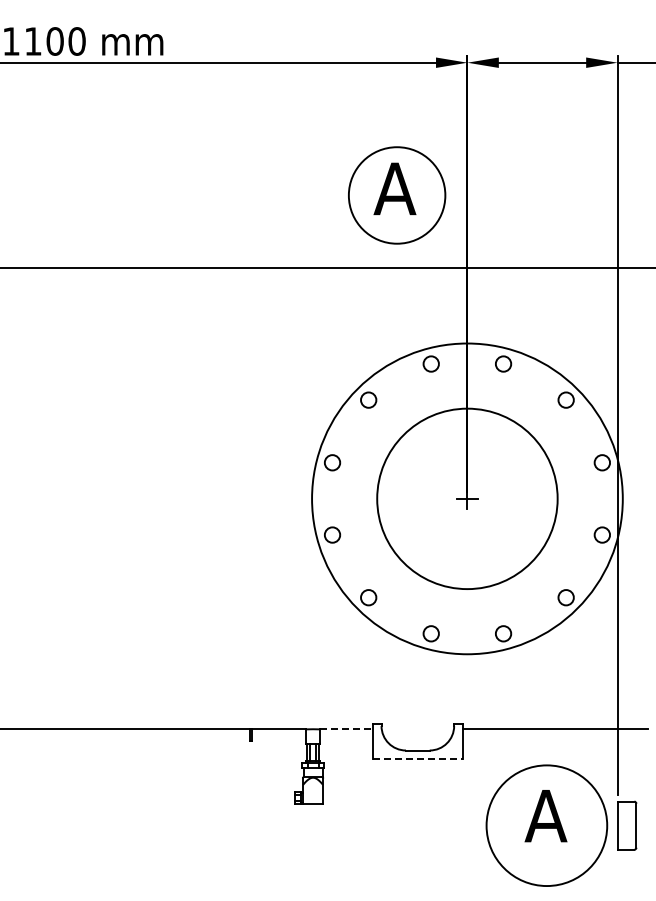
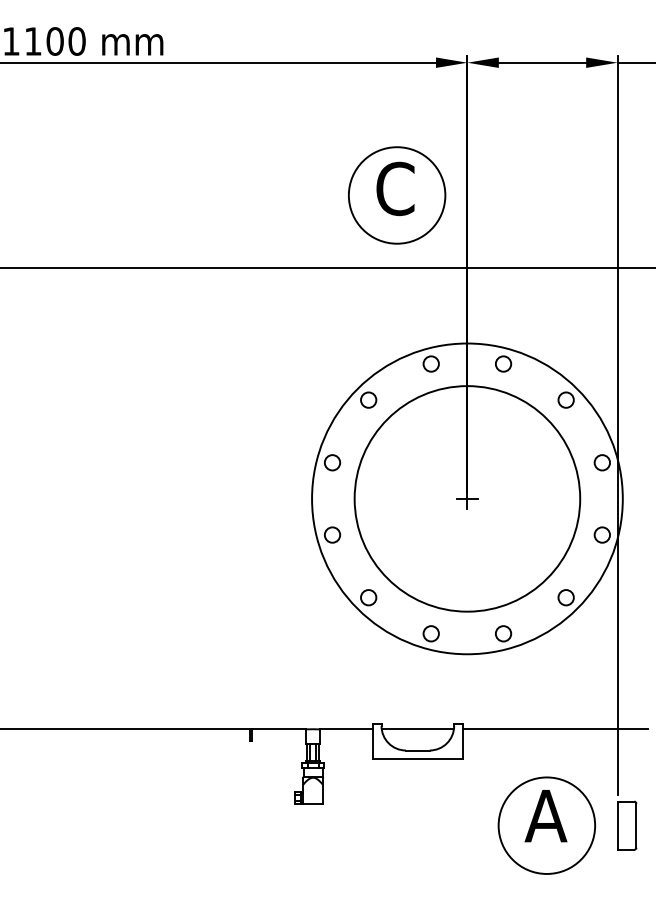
text at (394, 188): A -> C
circle at (467, 498) diameter: 180 px -> 226 px
line at (346, 729): dashed -> solid
line at (417, 729): none -> present
line at (417, 758): dashed -> solid
circle at (546, 825) diameter: 121 px -> 97 px
